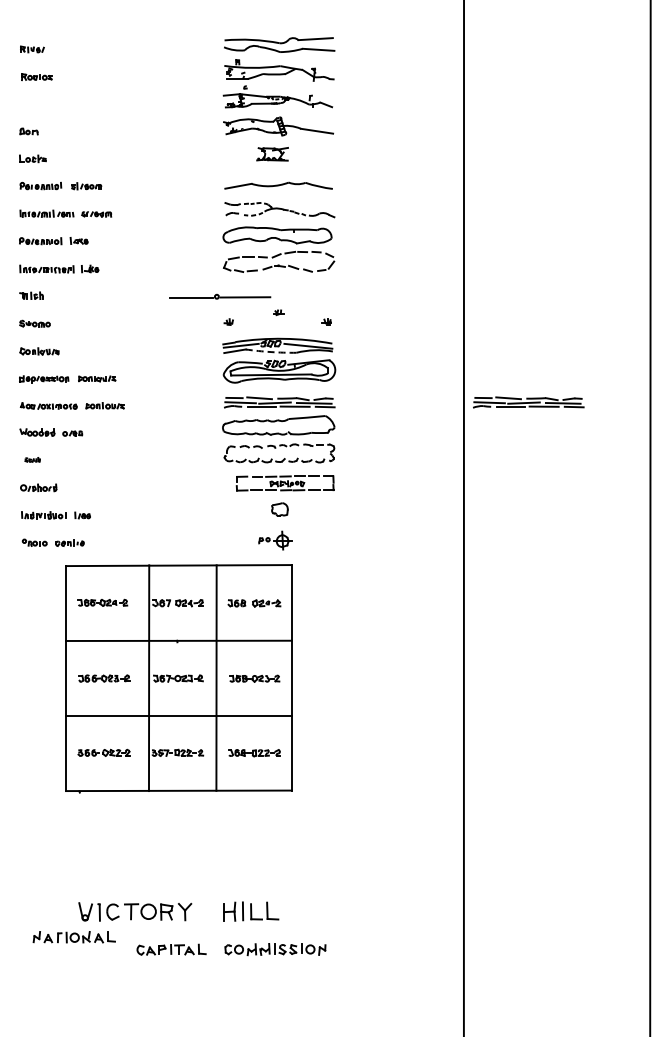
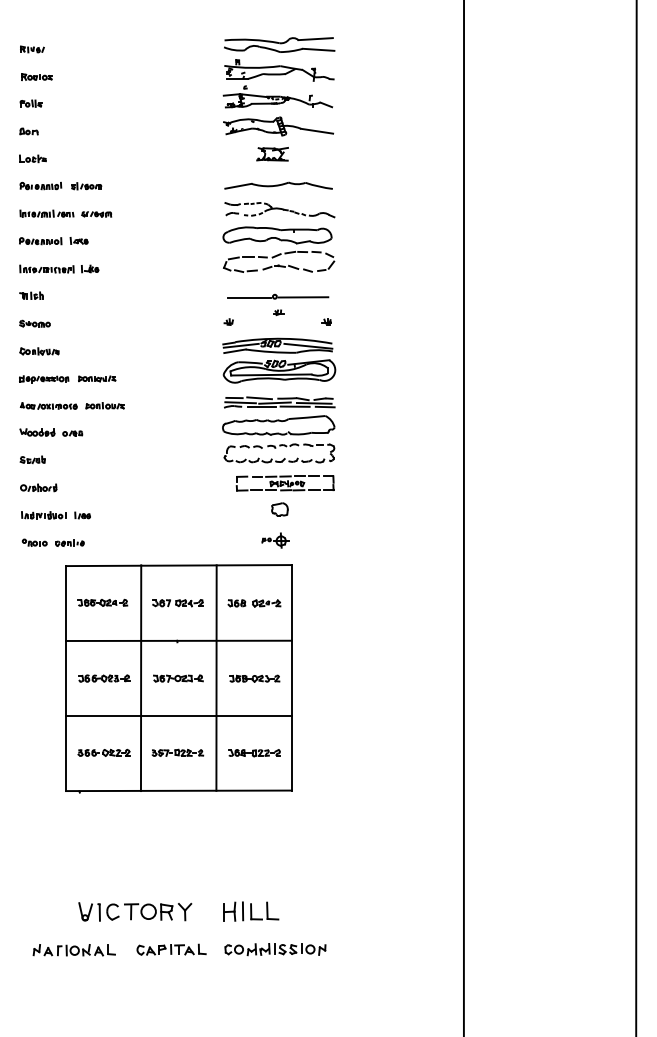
part at (30, 103): none -> present
part at (220, 296) position: (220, 296) -> (278, 296)
arc at (271, 352): dashed -> solid
part at (528, 402): present -> none
part at (32, 459) size: 17x6 px -> 27x10 px
line at (650, 517) position: (650, 517) -> (636, 517)
part at (275, 540) size: 35x21 px -> 29x17 px
line at (148, 678) position: (148, 678) -> (140, 678)
part at (73, 937) position: (73, 937) -> (73, 950)
